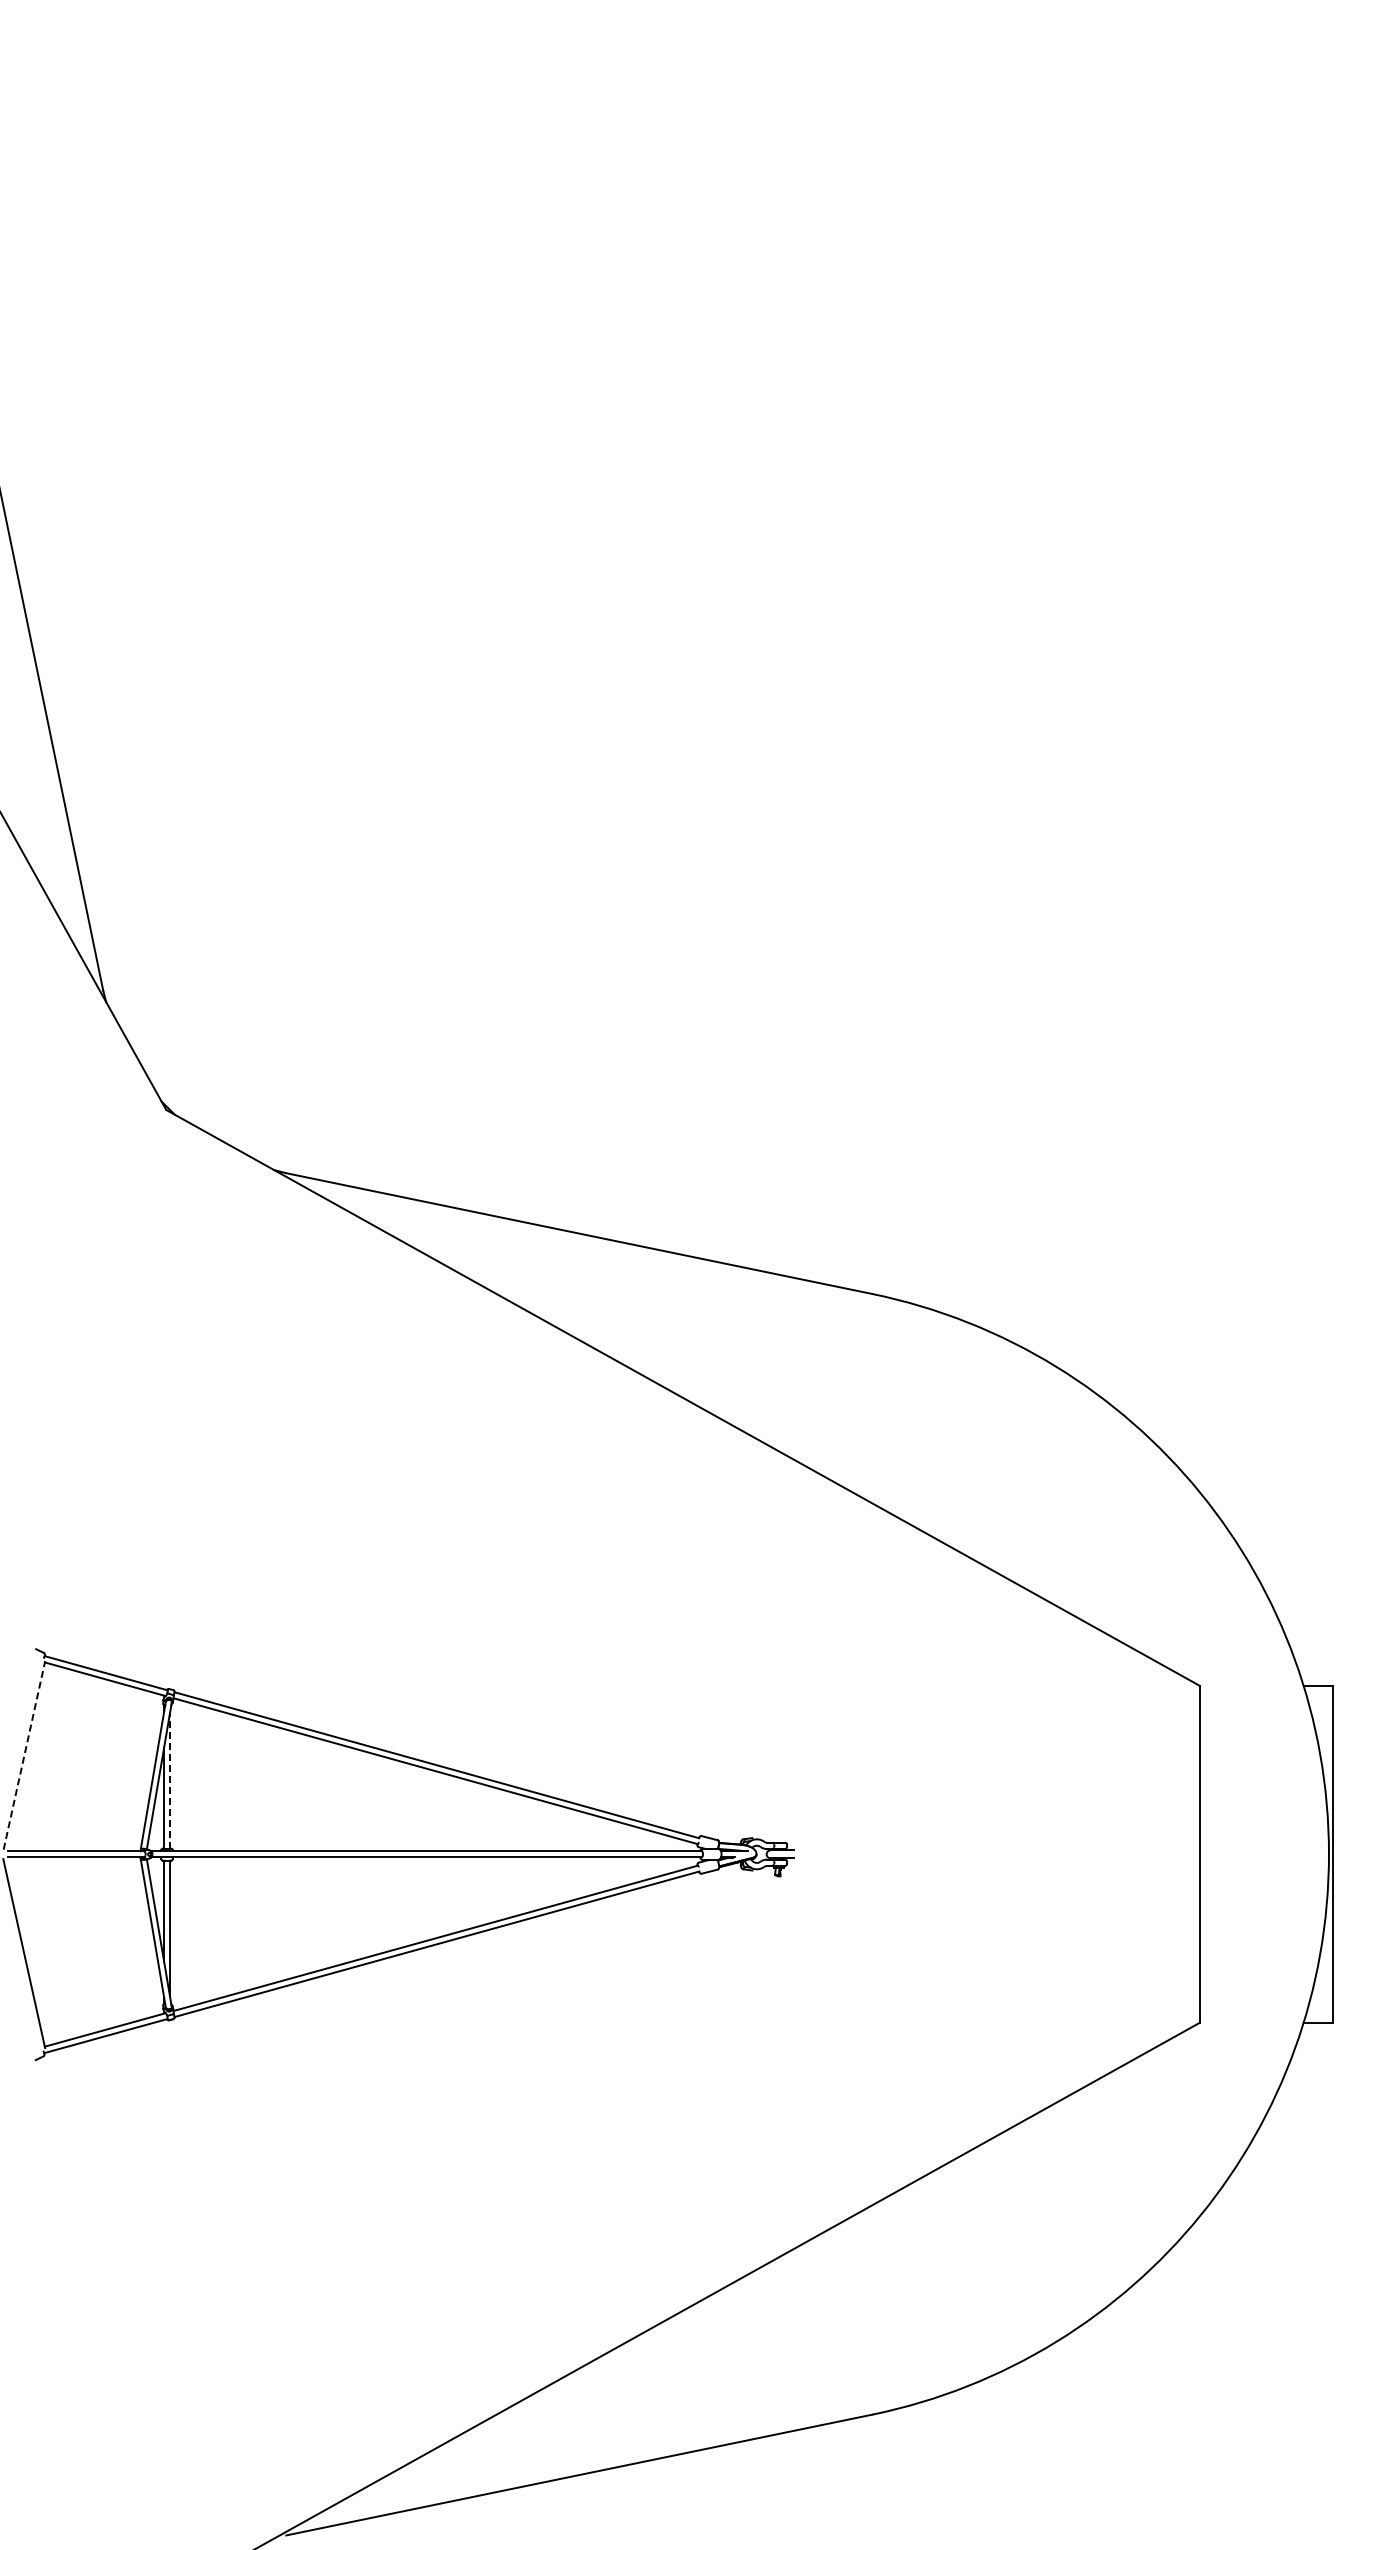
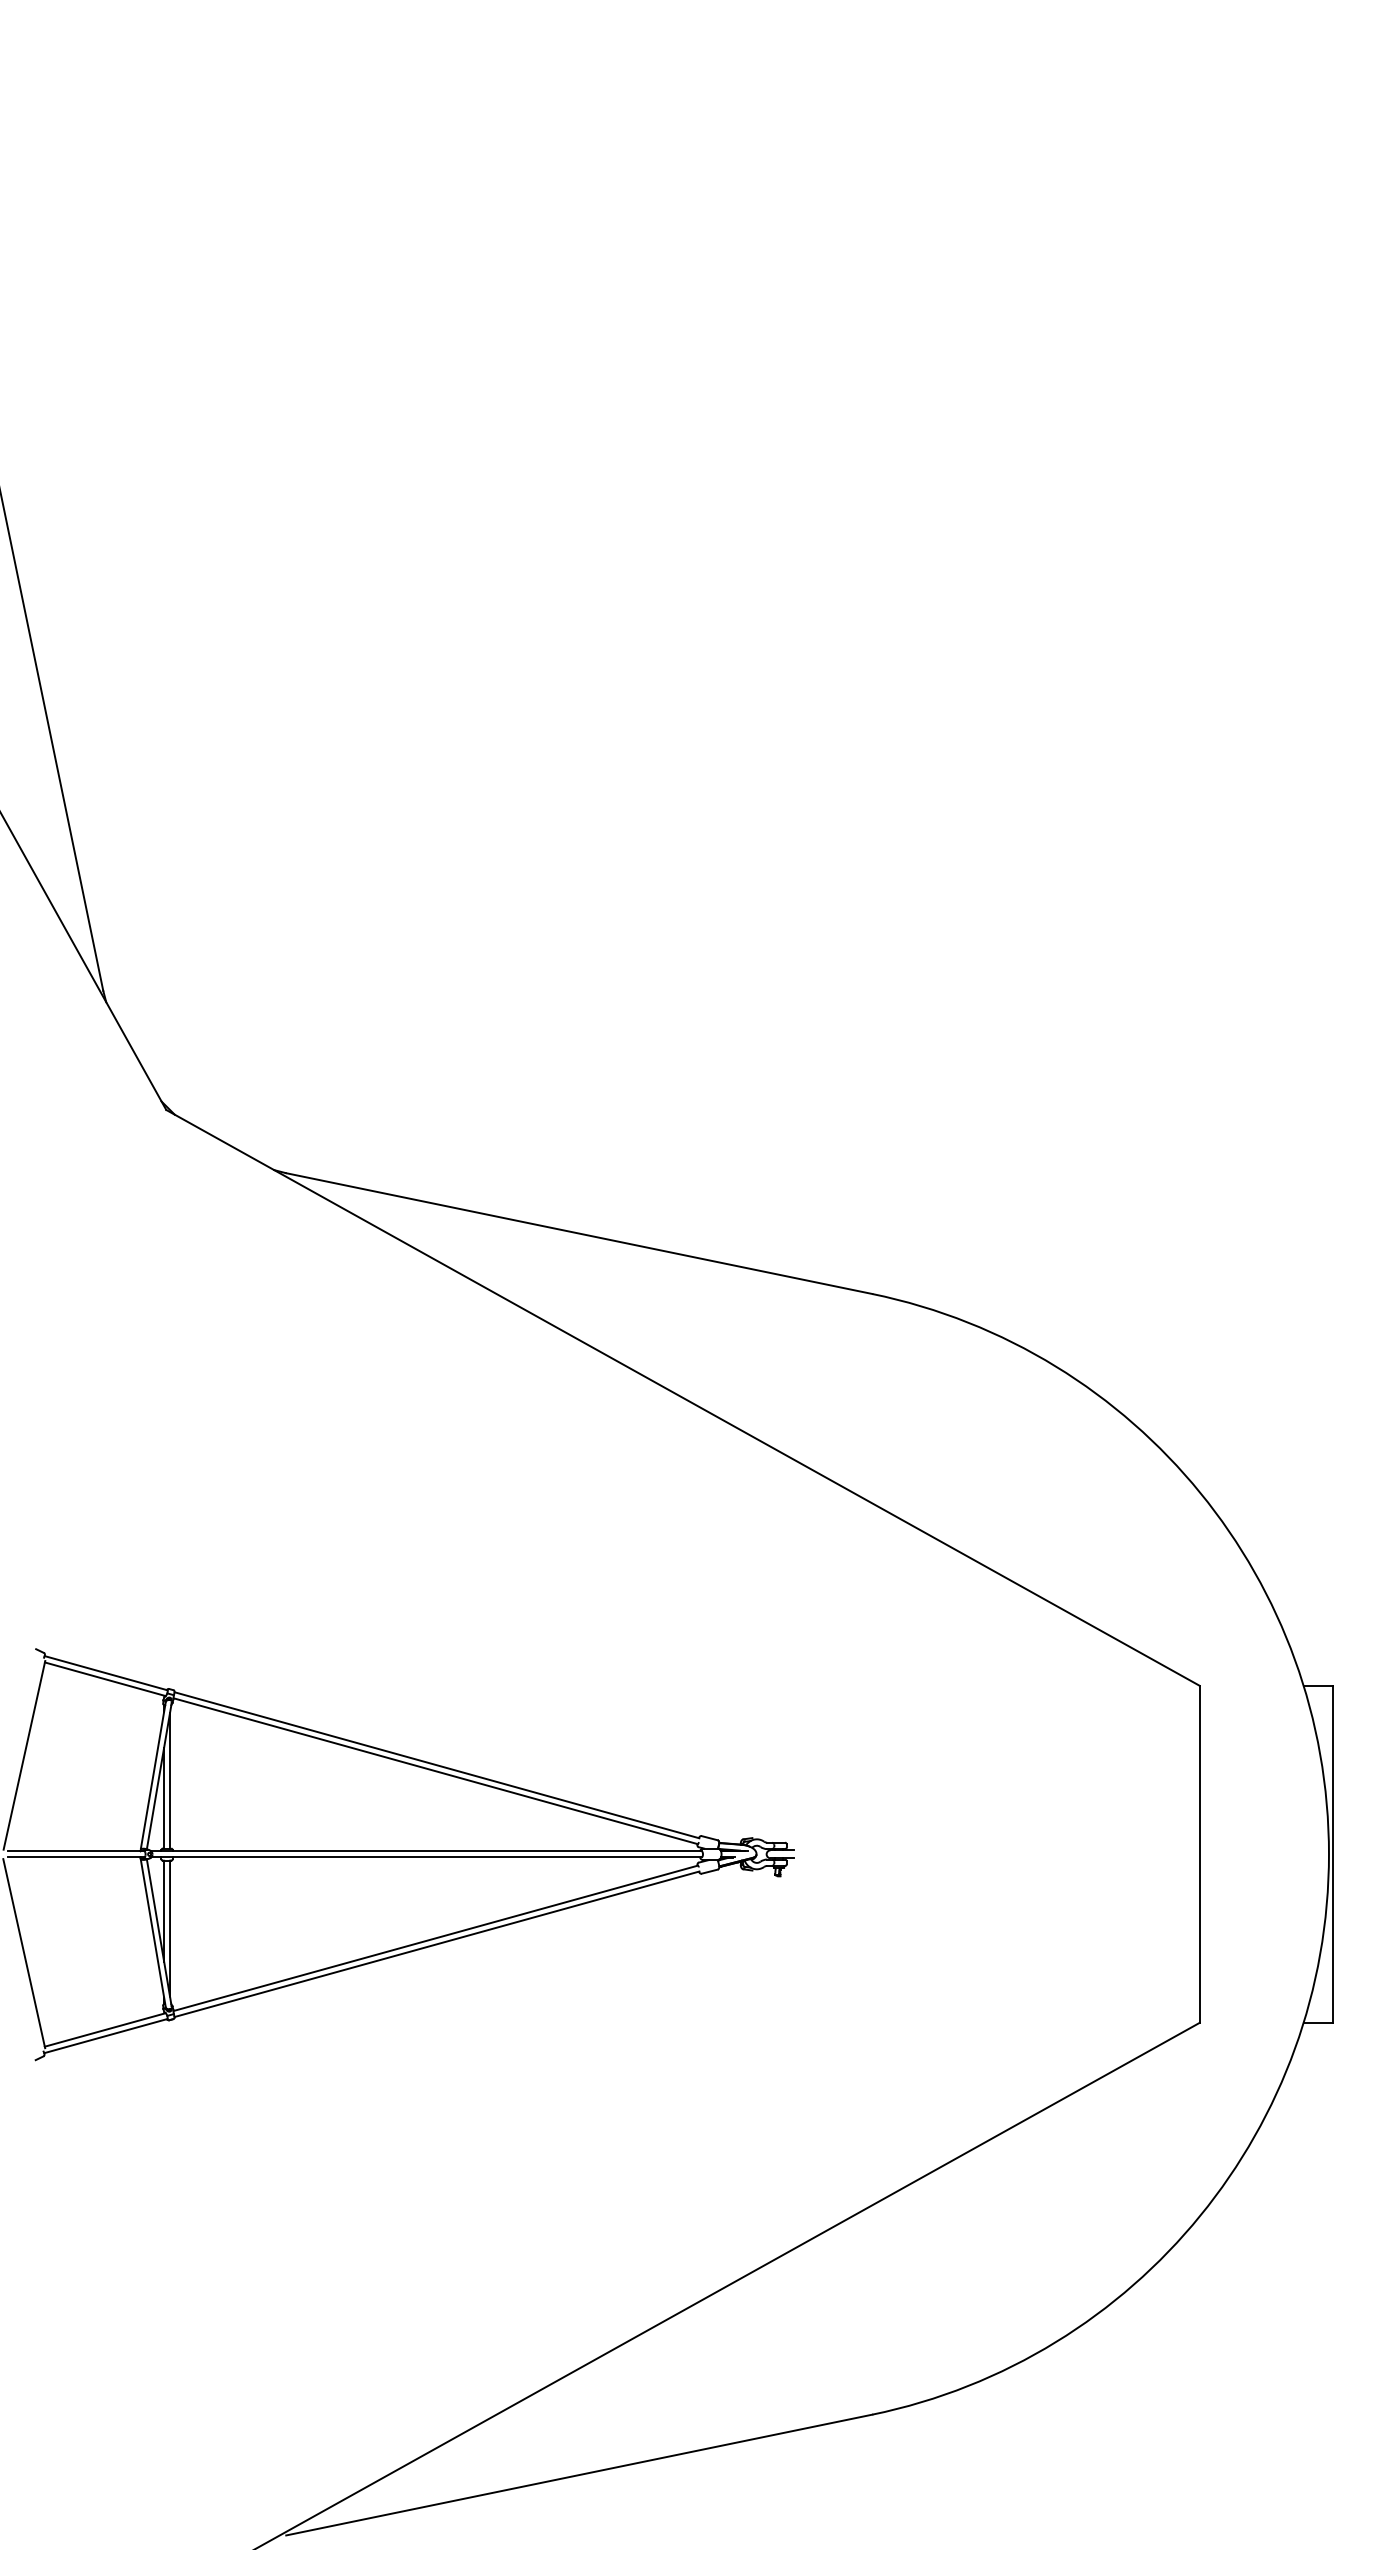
line at (24, 1755): dashed -> solid
line at (170, 1780): dashed -> solid
